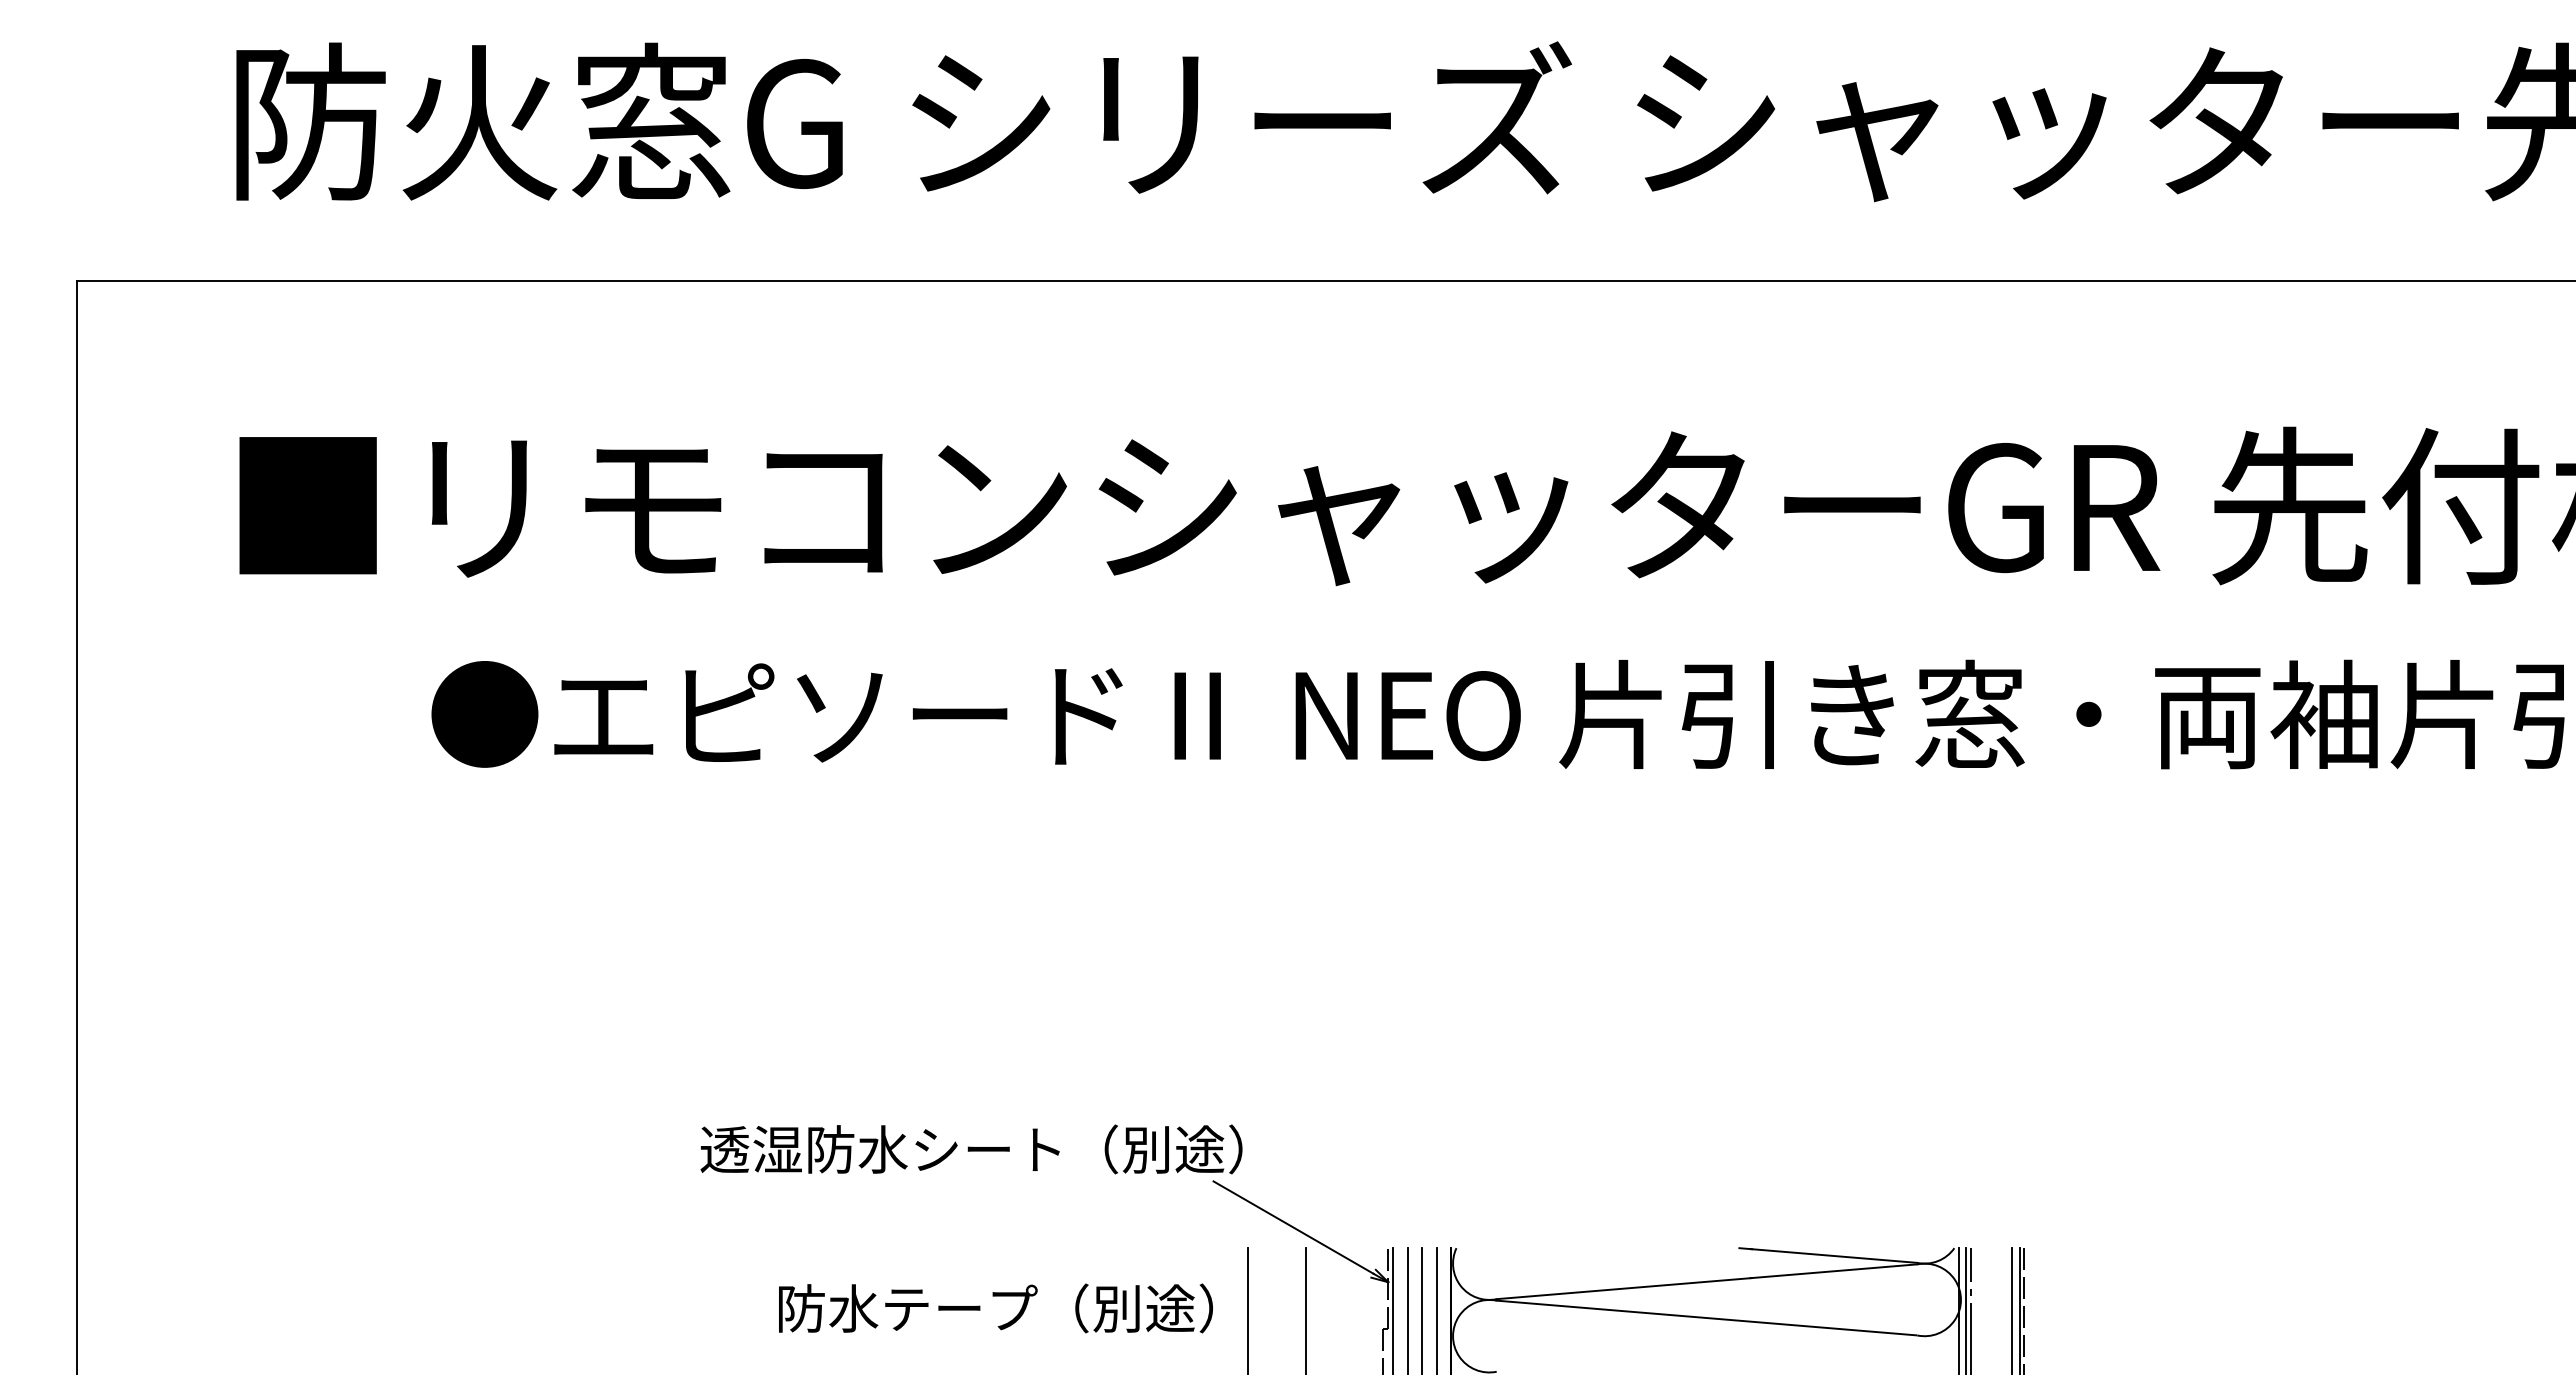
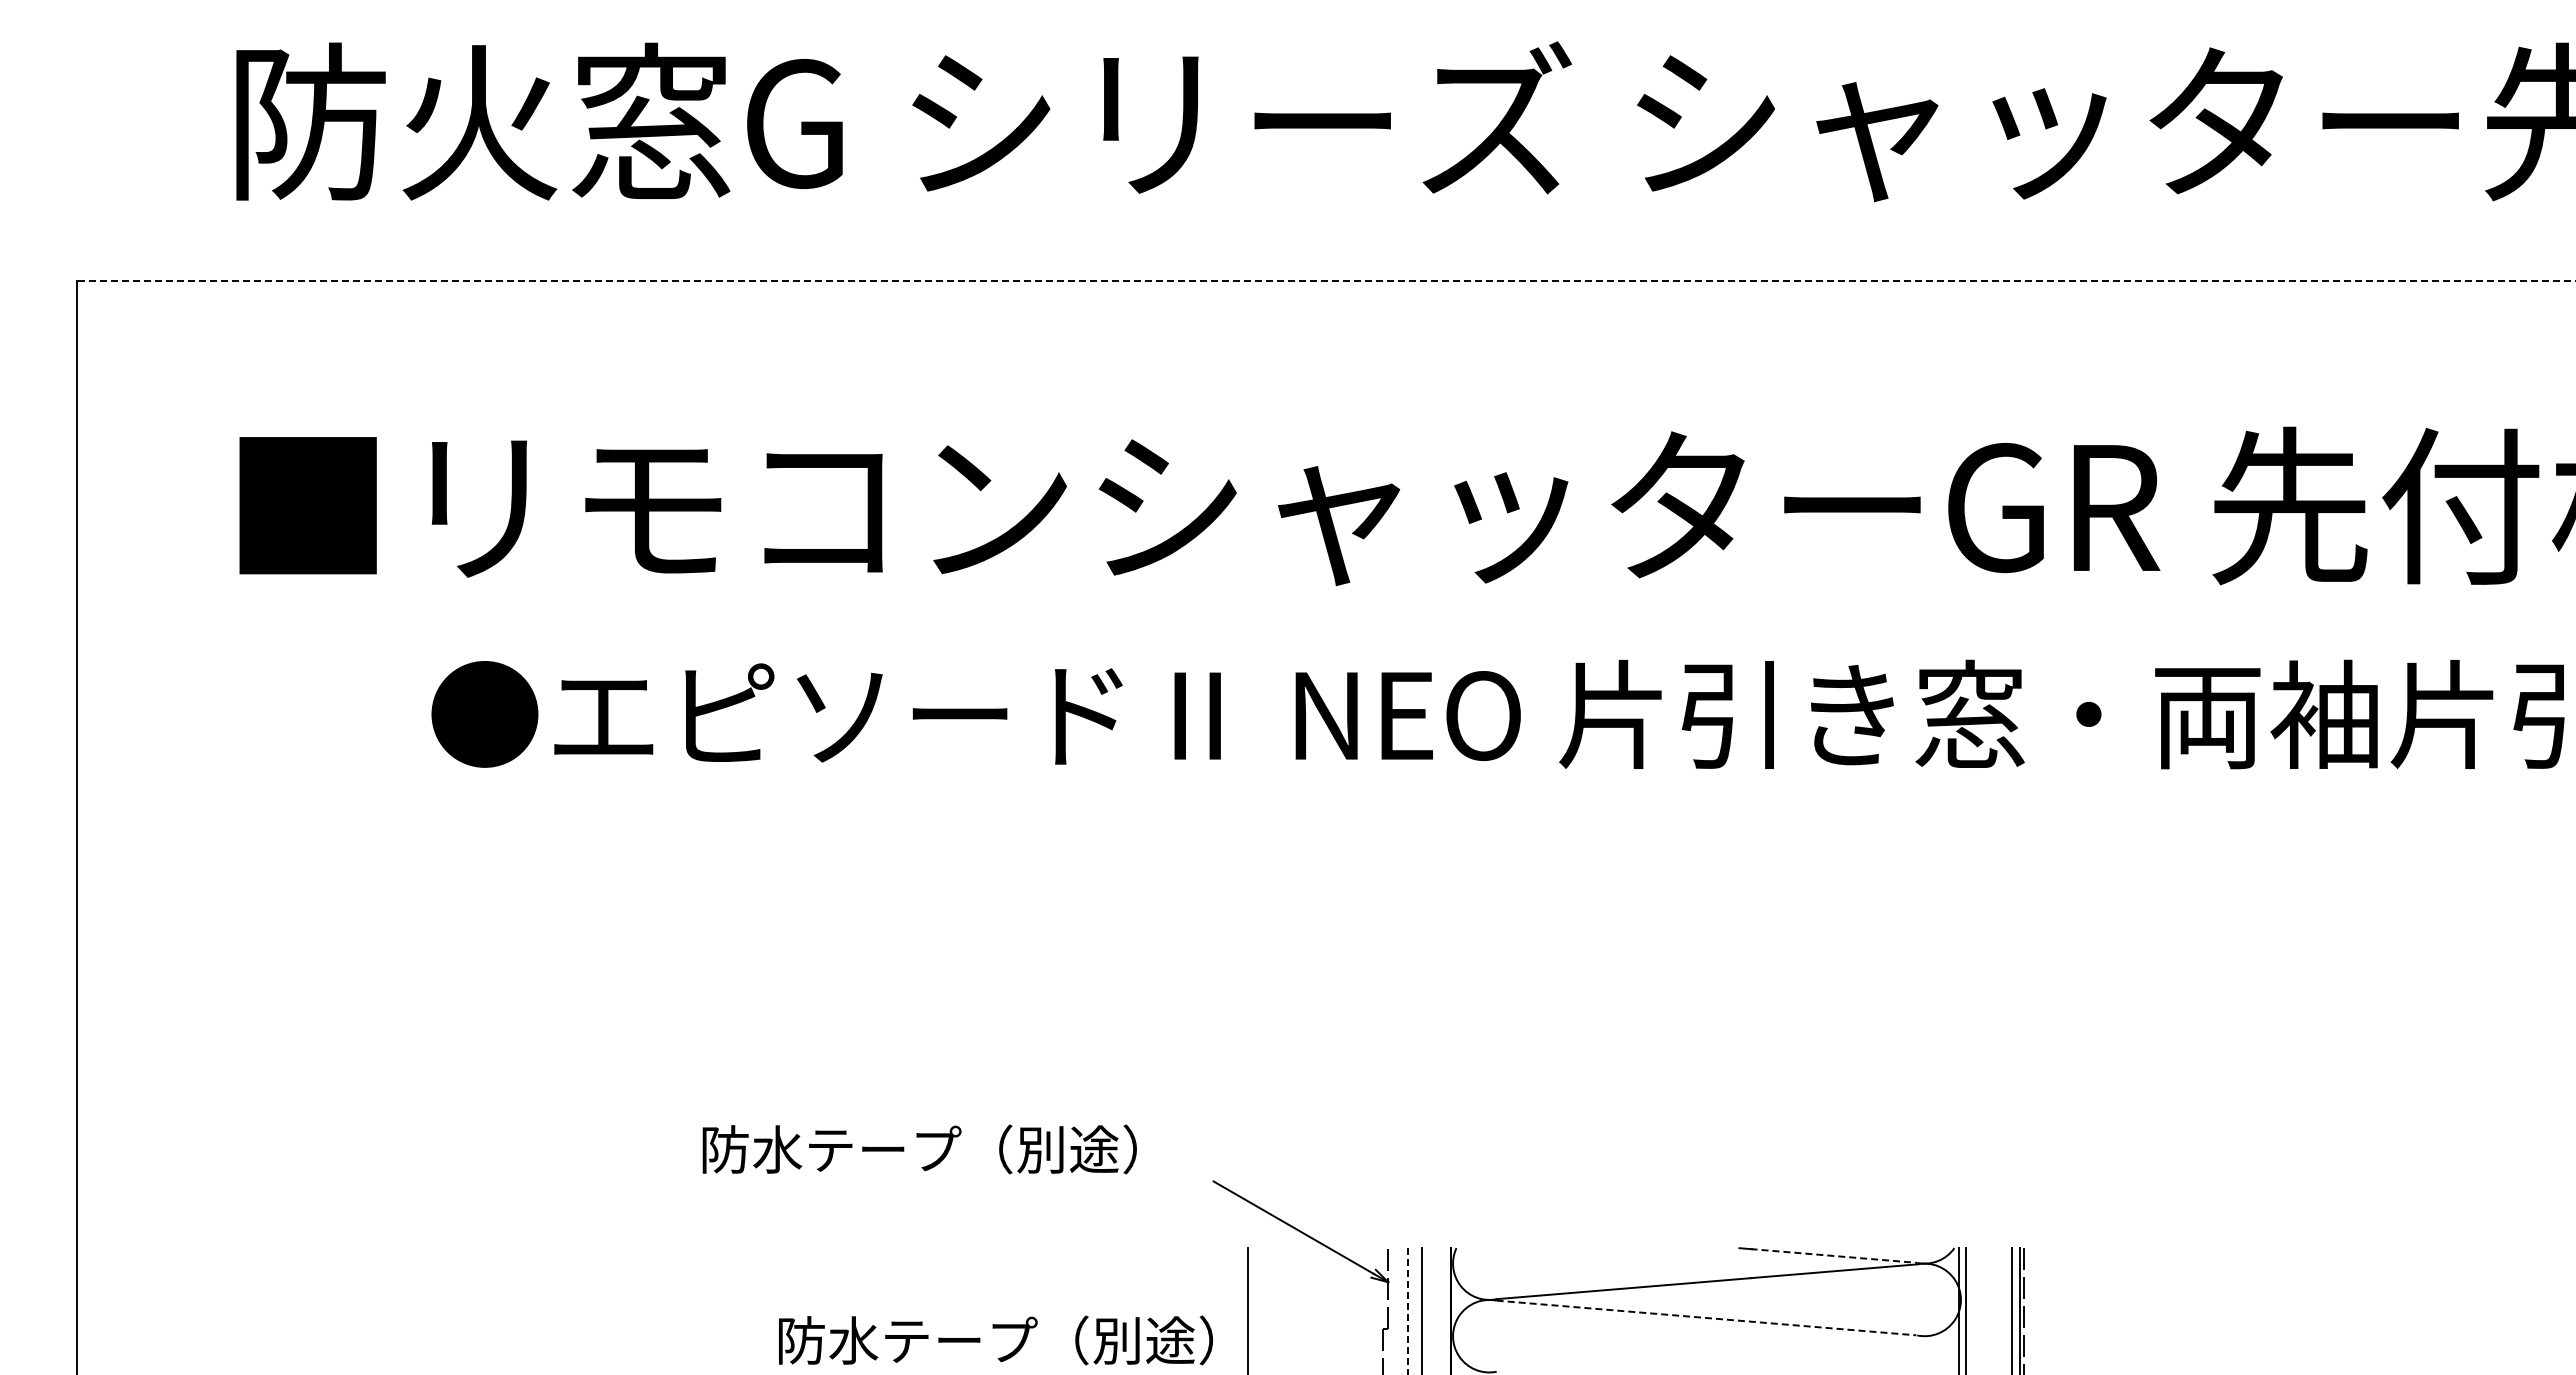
line at (1325, 280): solid -> dashed
text at (971, 1149): 透湿防水シート（別途） -> 防水テープ（別途）
line at (1833, 1255): solid -> dashed
text at (995, 1308) position: (995, 1308) -> (995, 1340)
line at (1306, 1309): present -> none
line at (1393, 1309): present -> none
line at (1436, 1309): present -> none
line at (1971, 1309): present -> none
line at (1407, 1311): solid -> dashed
line at (1706, 1318): solid -> dashed
